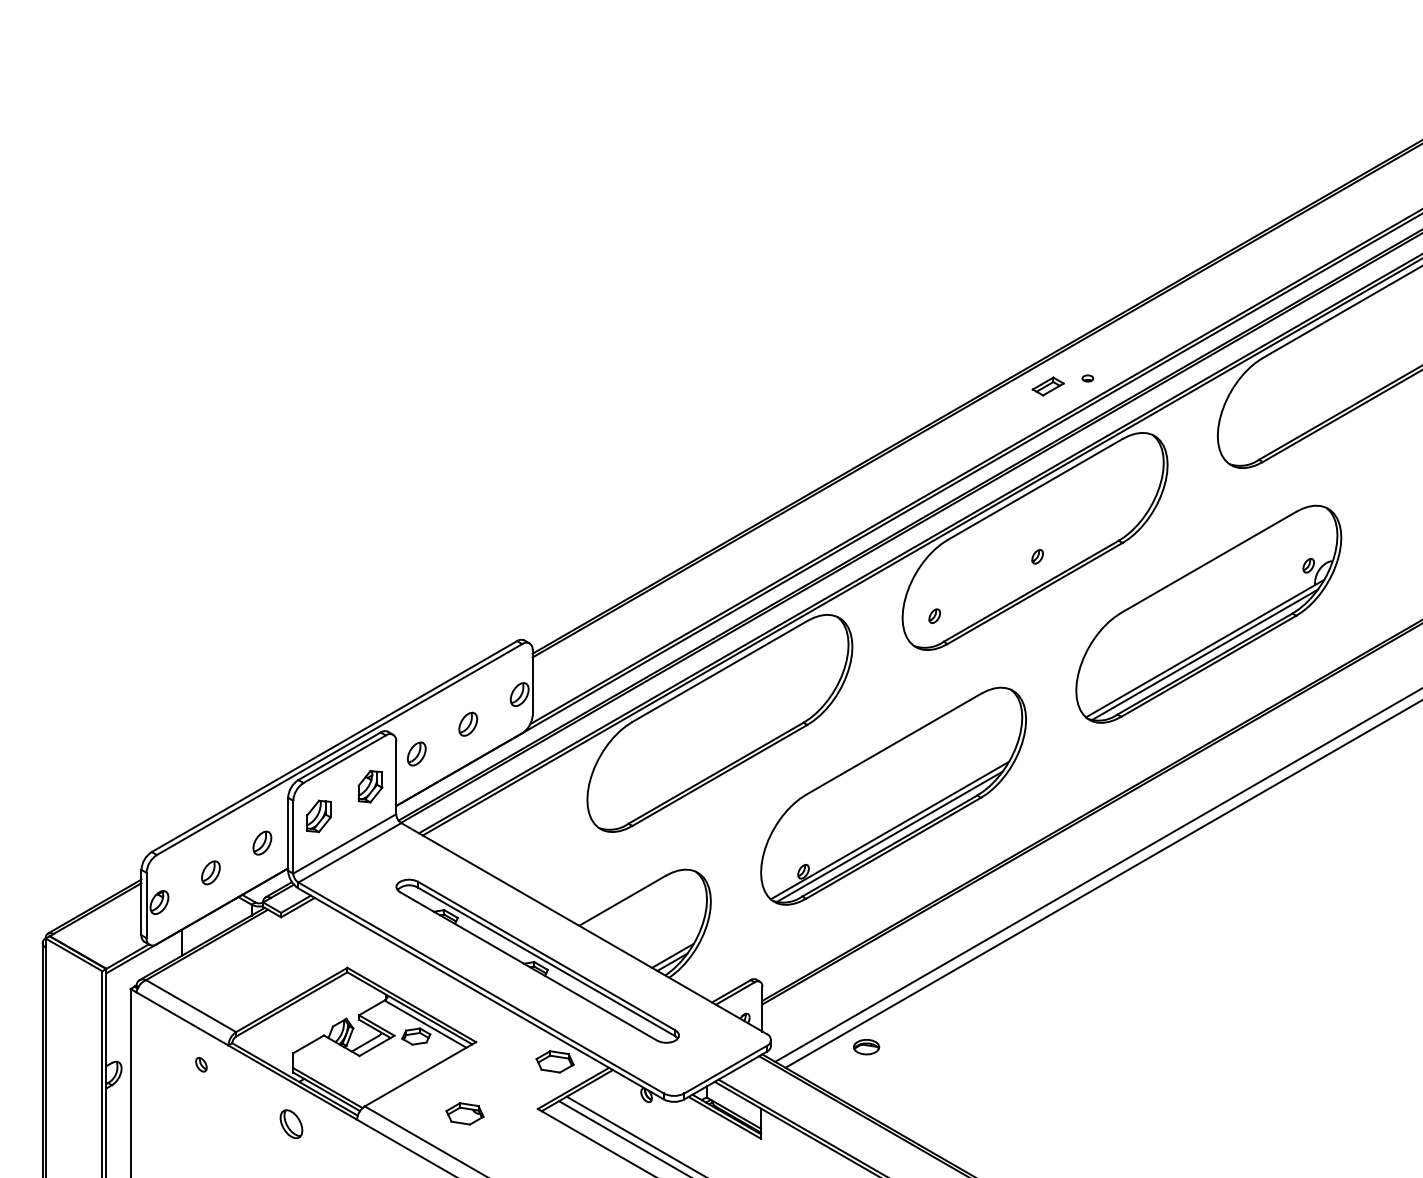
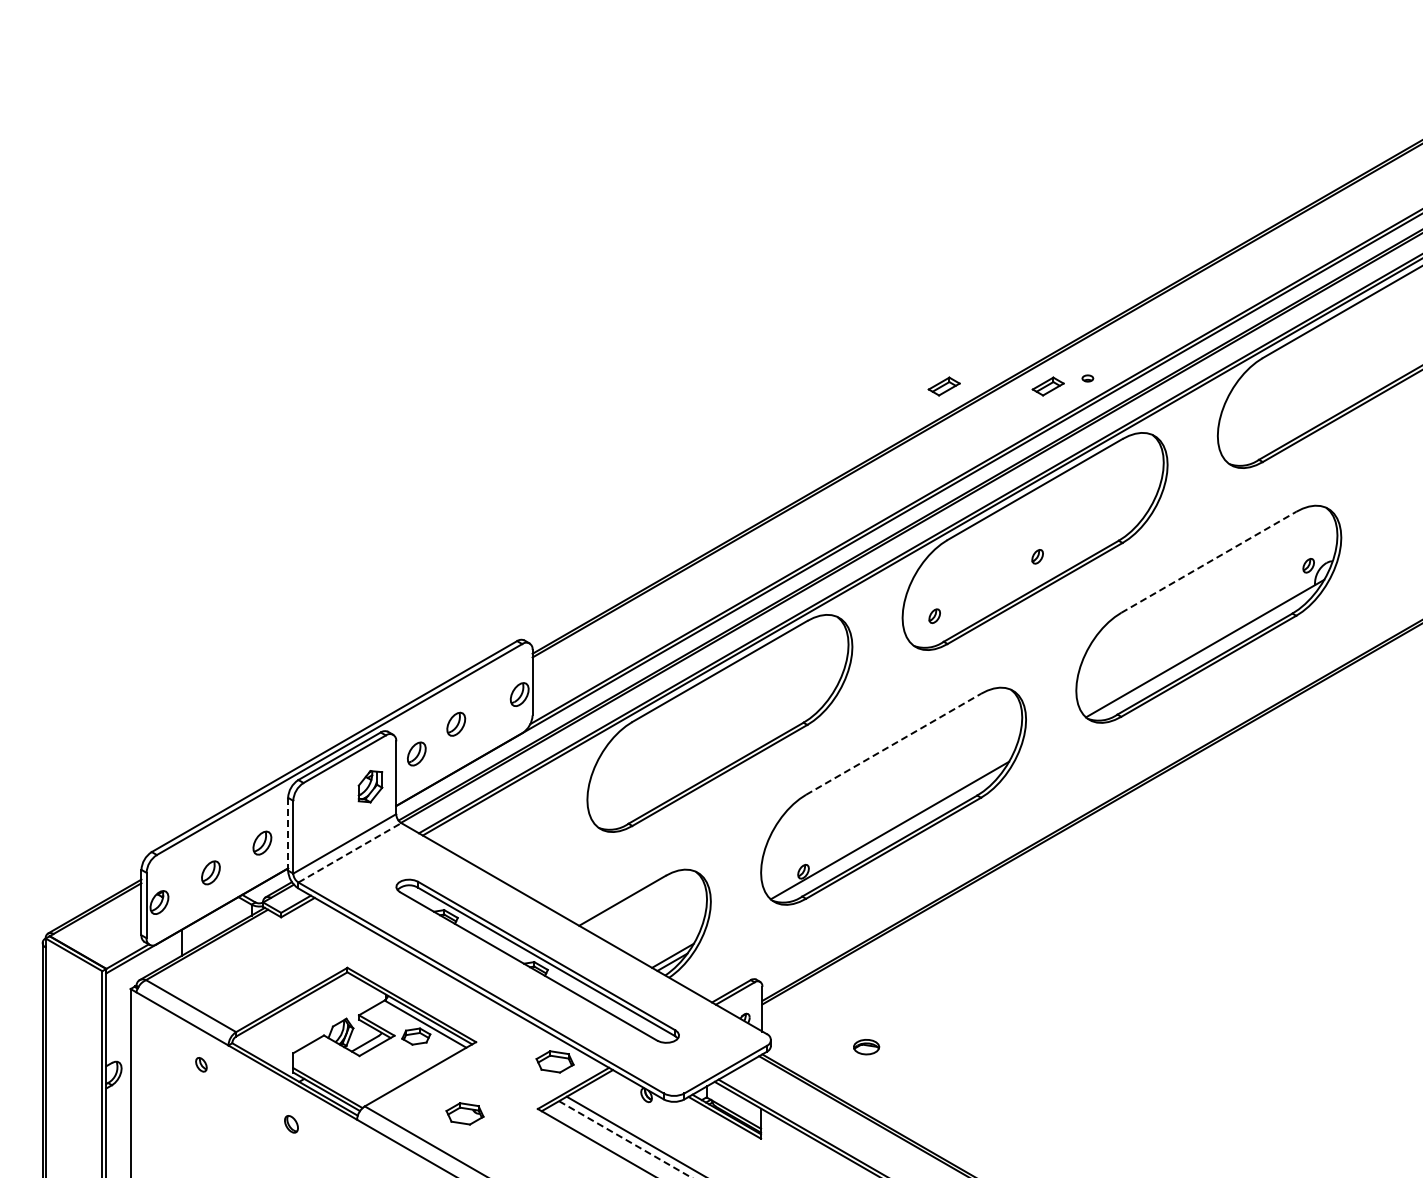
part at (943, 386): none -> present
line at (1209, 562): solid -> dashed
line at (1204, 654): present -> none
part at (468, 723) position: (468, 723) -> (456, 723)
line at (894, 744): solid -> dashed
part at (318, 816): present -> none
line at (288, 833): solid -> dashed
line at (889, 836): present -> none
line at (350, 852): solid -> dashed
line at (1097, 875): present -> none
line at (1102, 884): present -> none
part at (291, 1124) size: 25x31 px -> 15x19 px
line at (625, 1139): solid -> dashed
